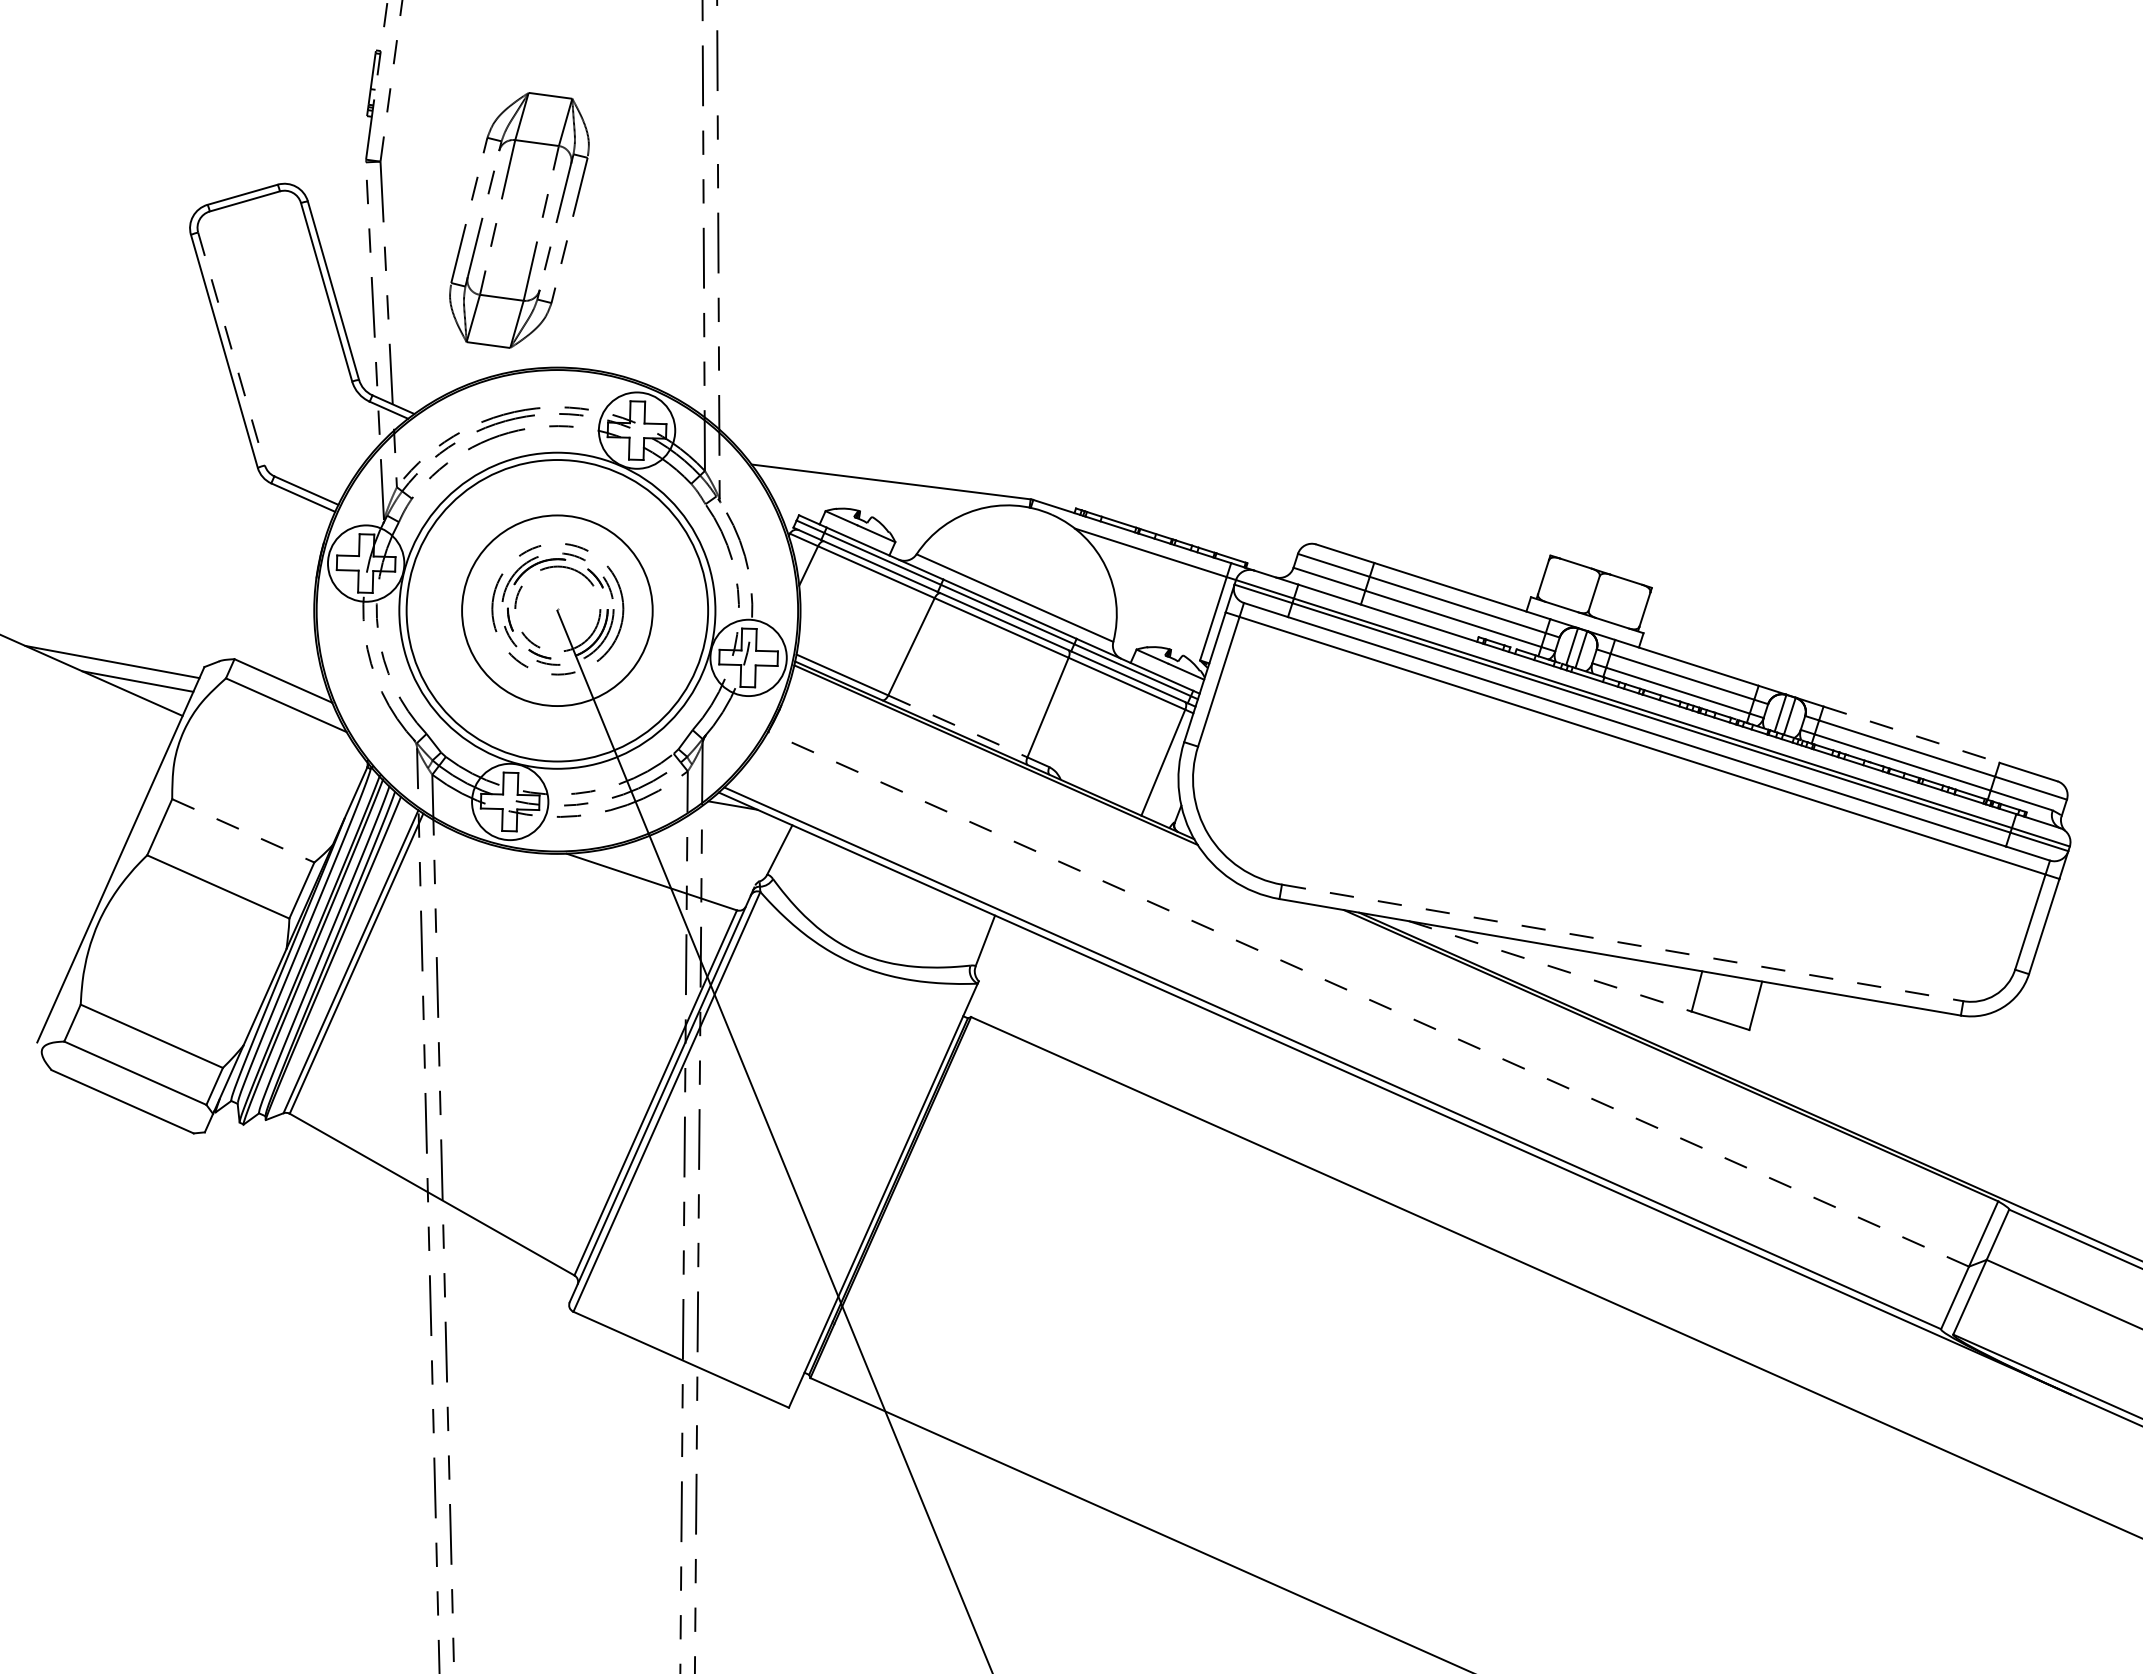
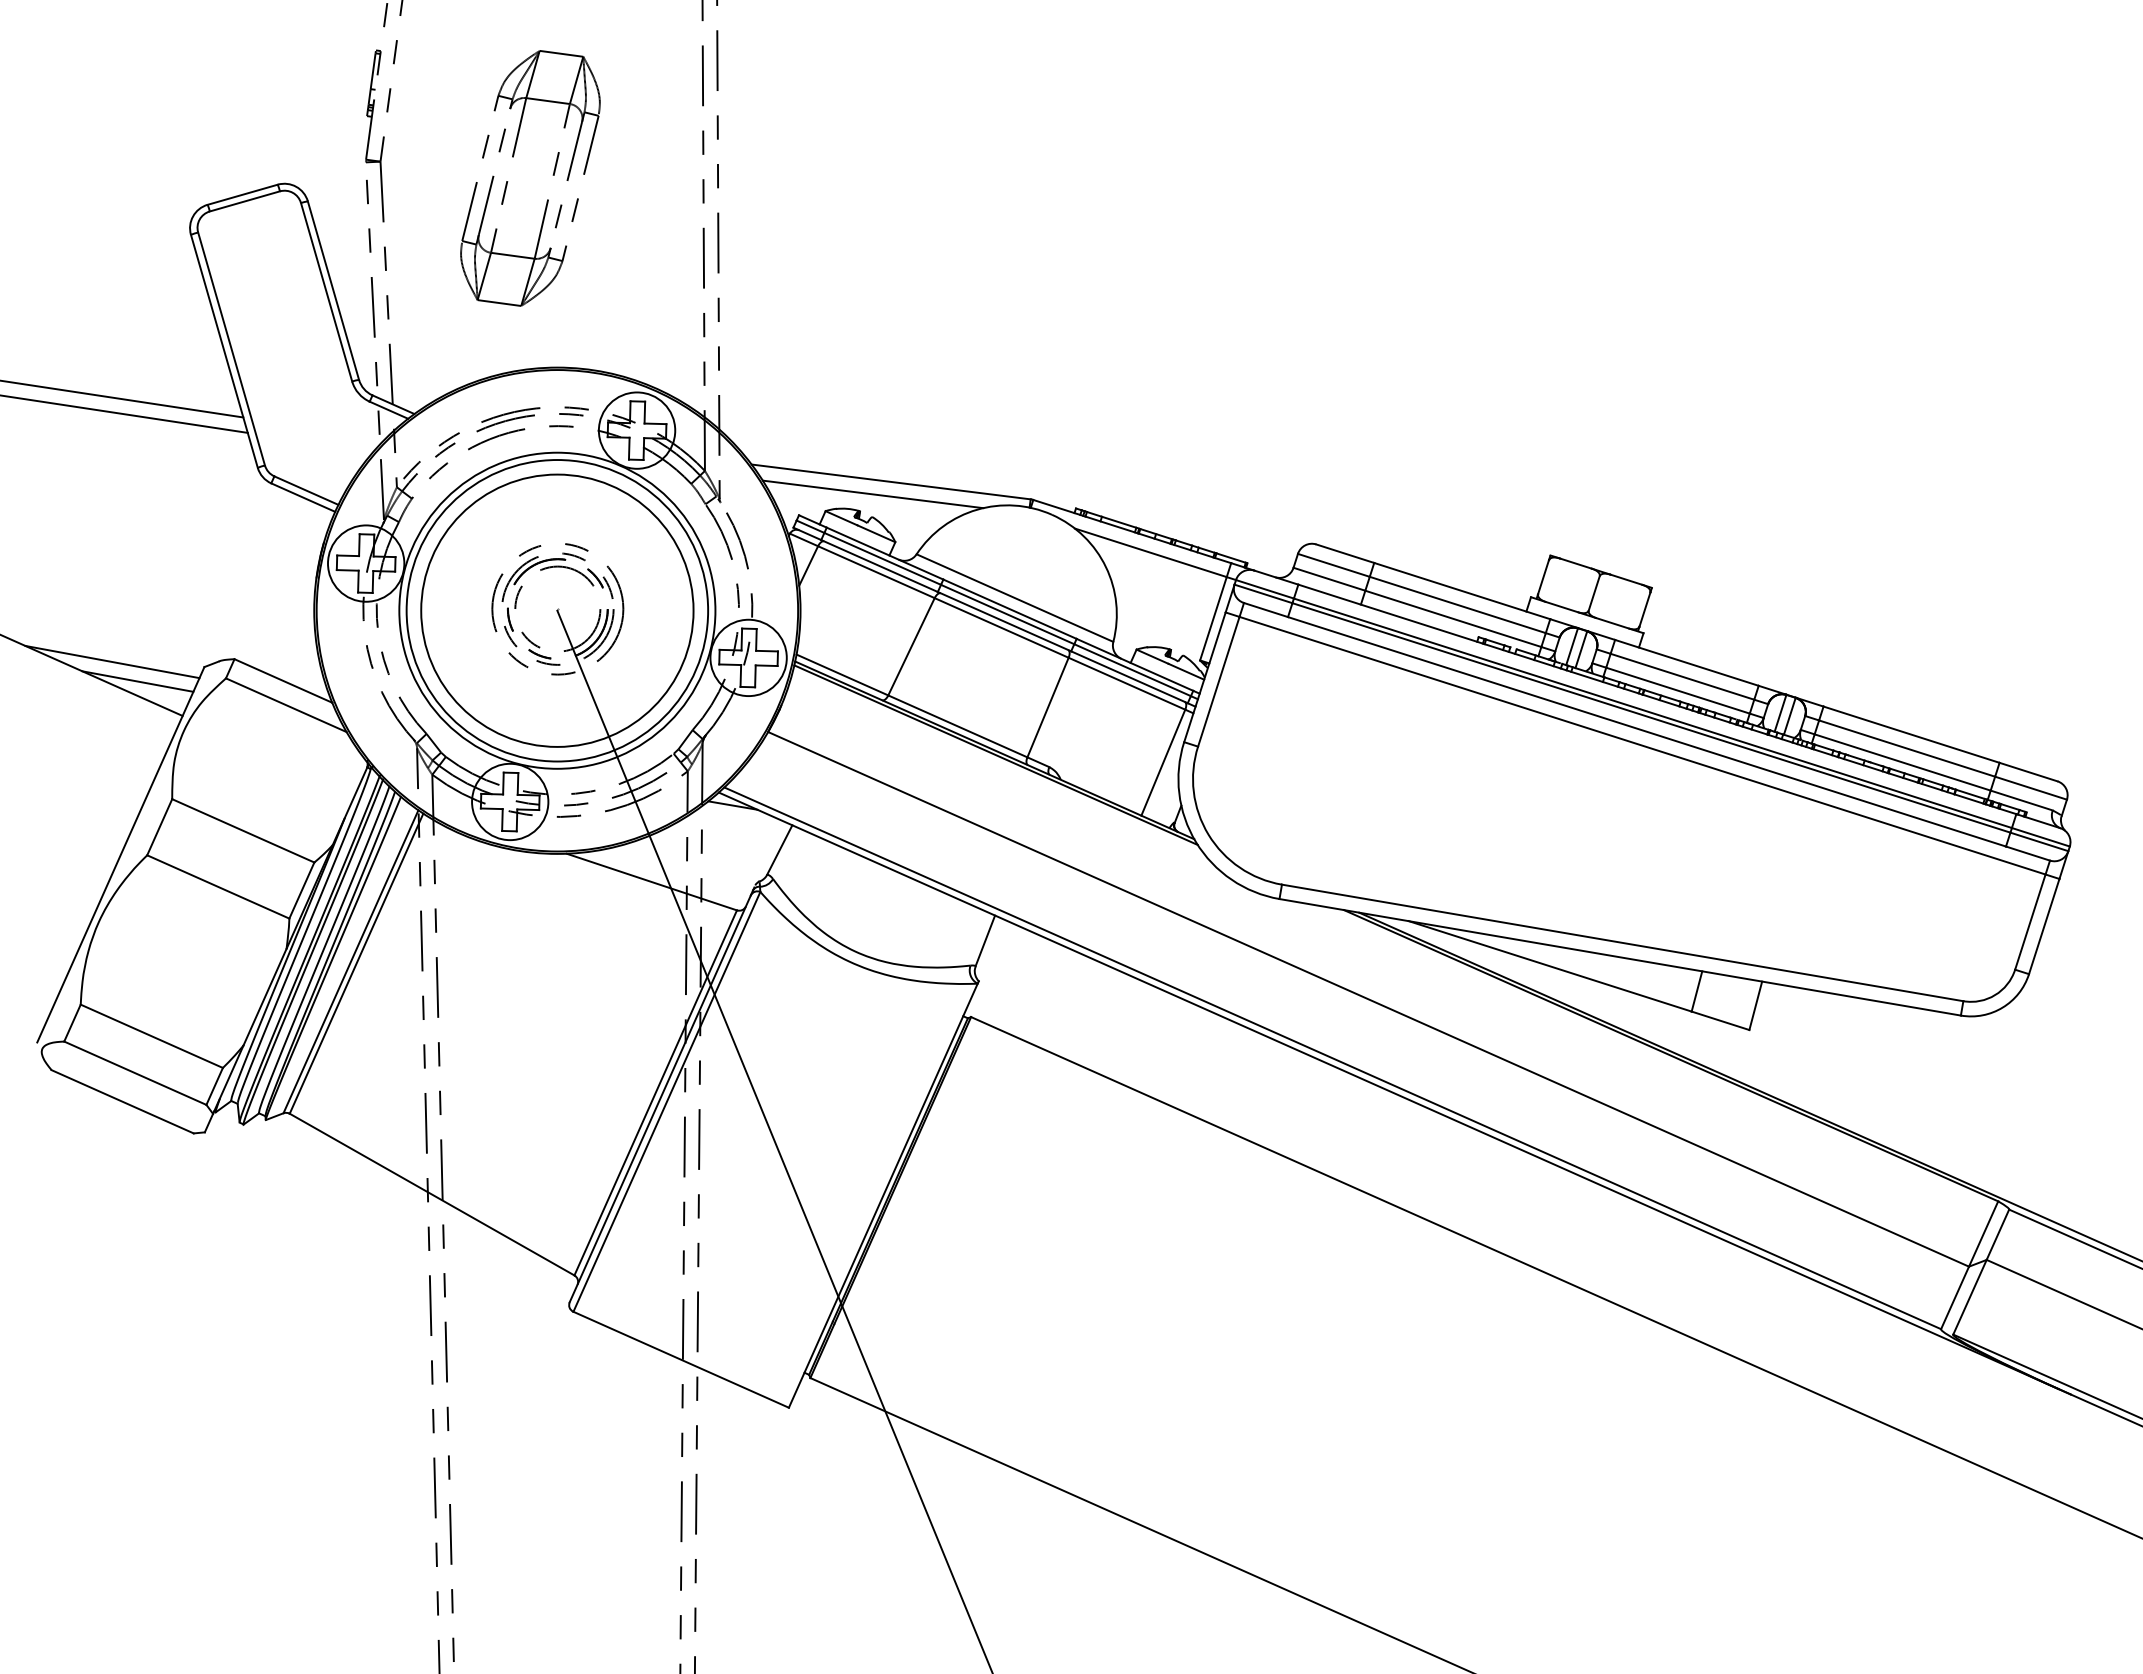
part at (541, 217) position: (541, 217) -> (552, 175)
line at (231, 349): dashed -> solid
line at (122, 398): none -> present
line at (124, 413): none -> present
line at (872, 494): none -> present
circle at (557, 610) diameter: 191 px -> 272 px
line at (958, 726): dashed -> solid
line at (1912, 734): dashed -> solid
line at (243, 830): dashed -> solid
line at (1622, 942): dashed -> solid
line at (1550, 966): dashed -> solid
line at (1368, 999): dashed -> solid
